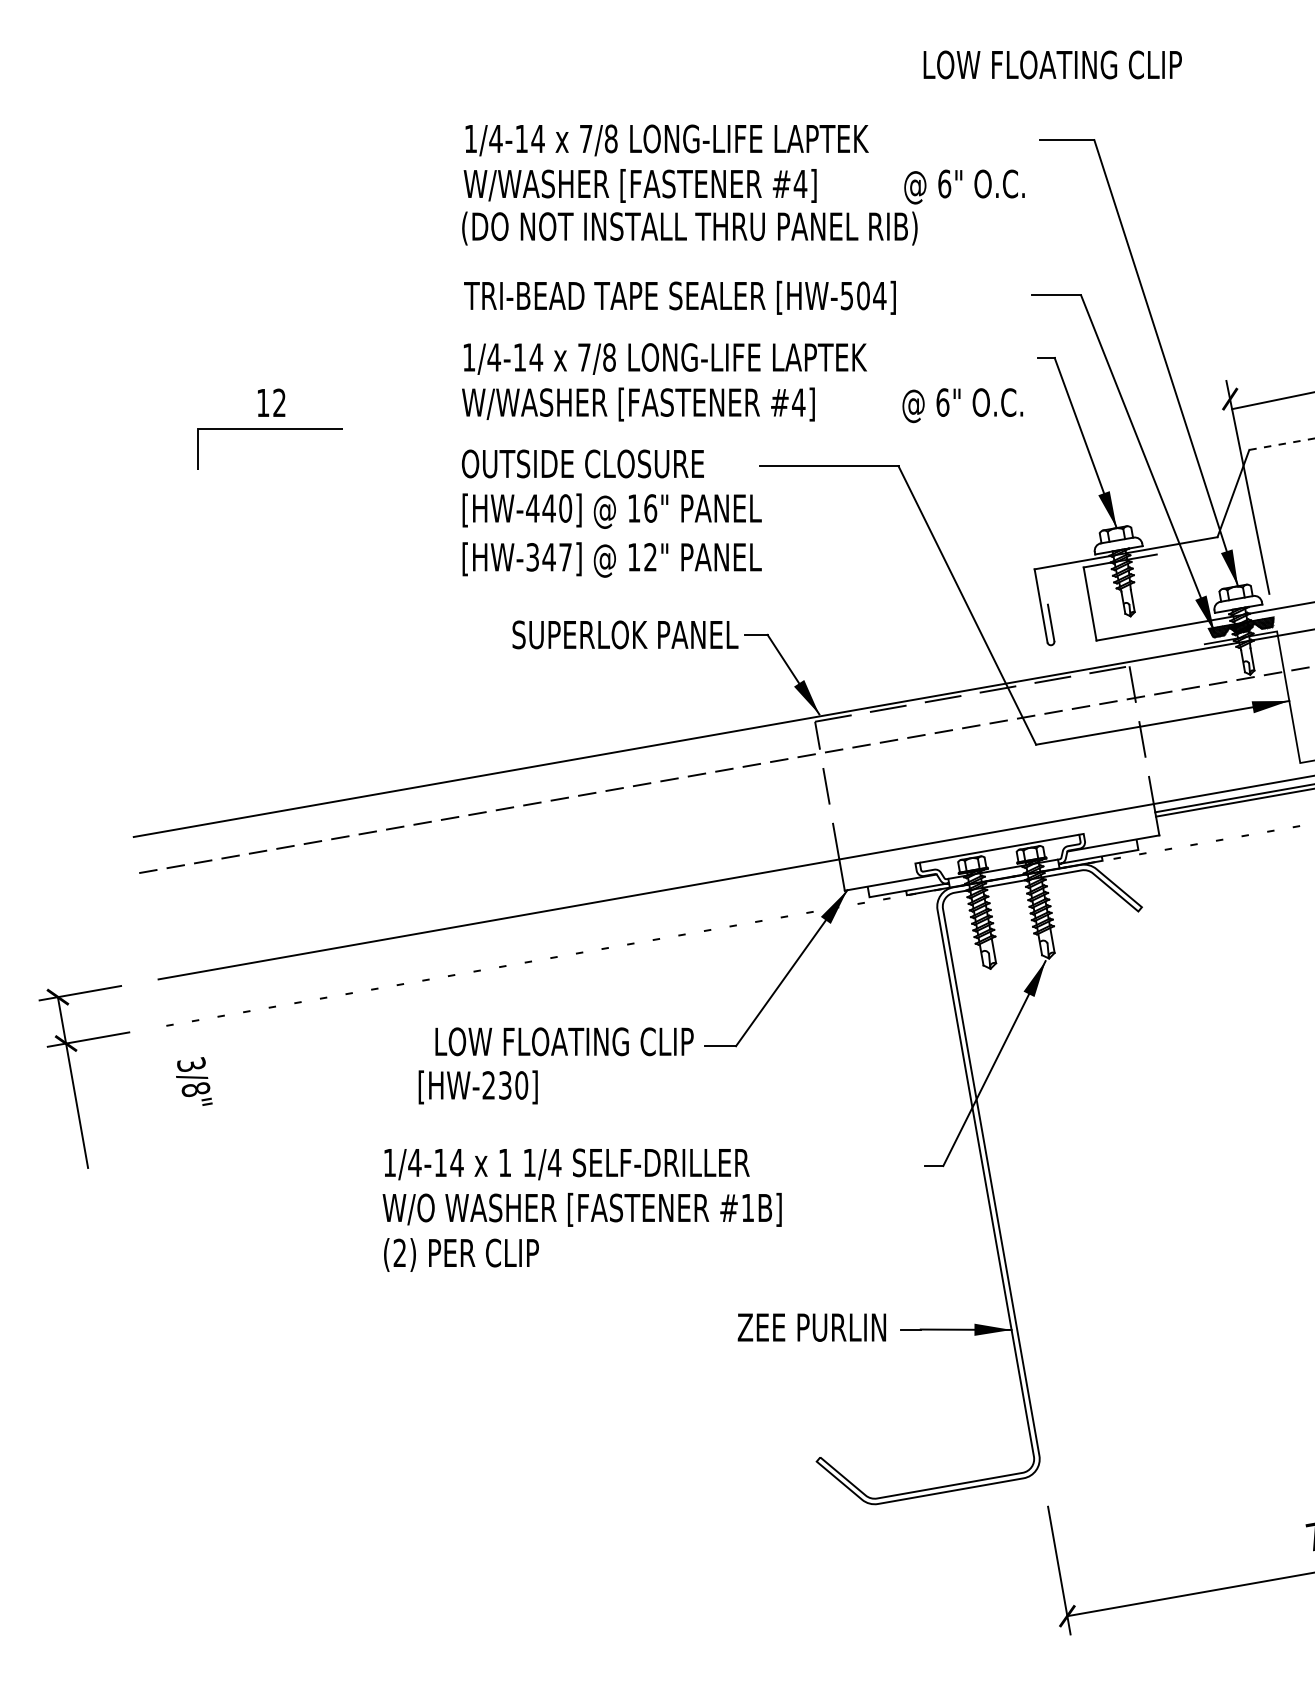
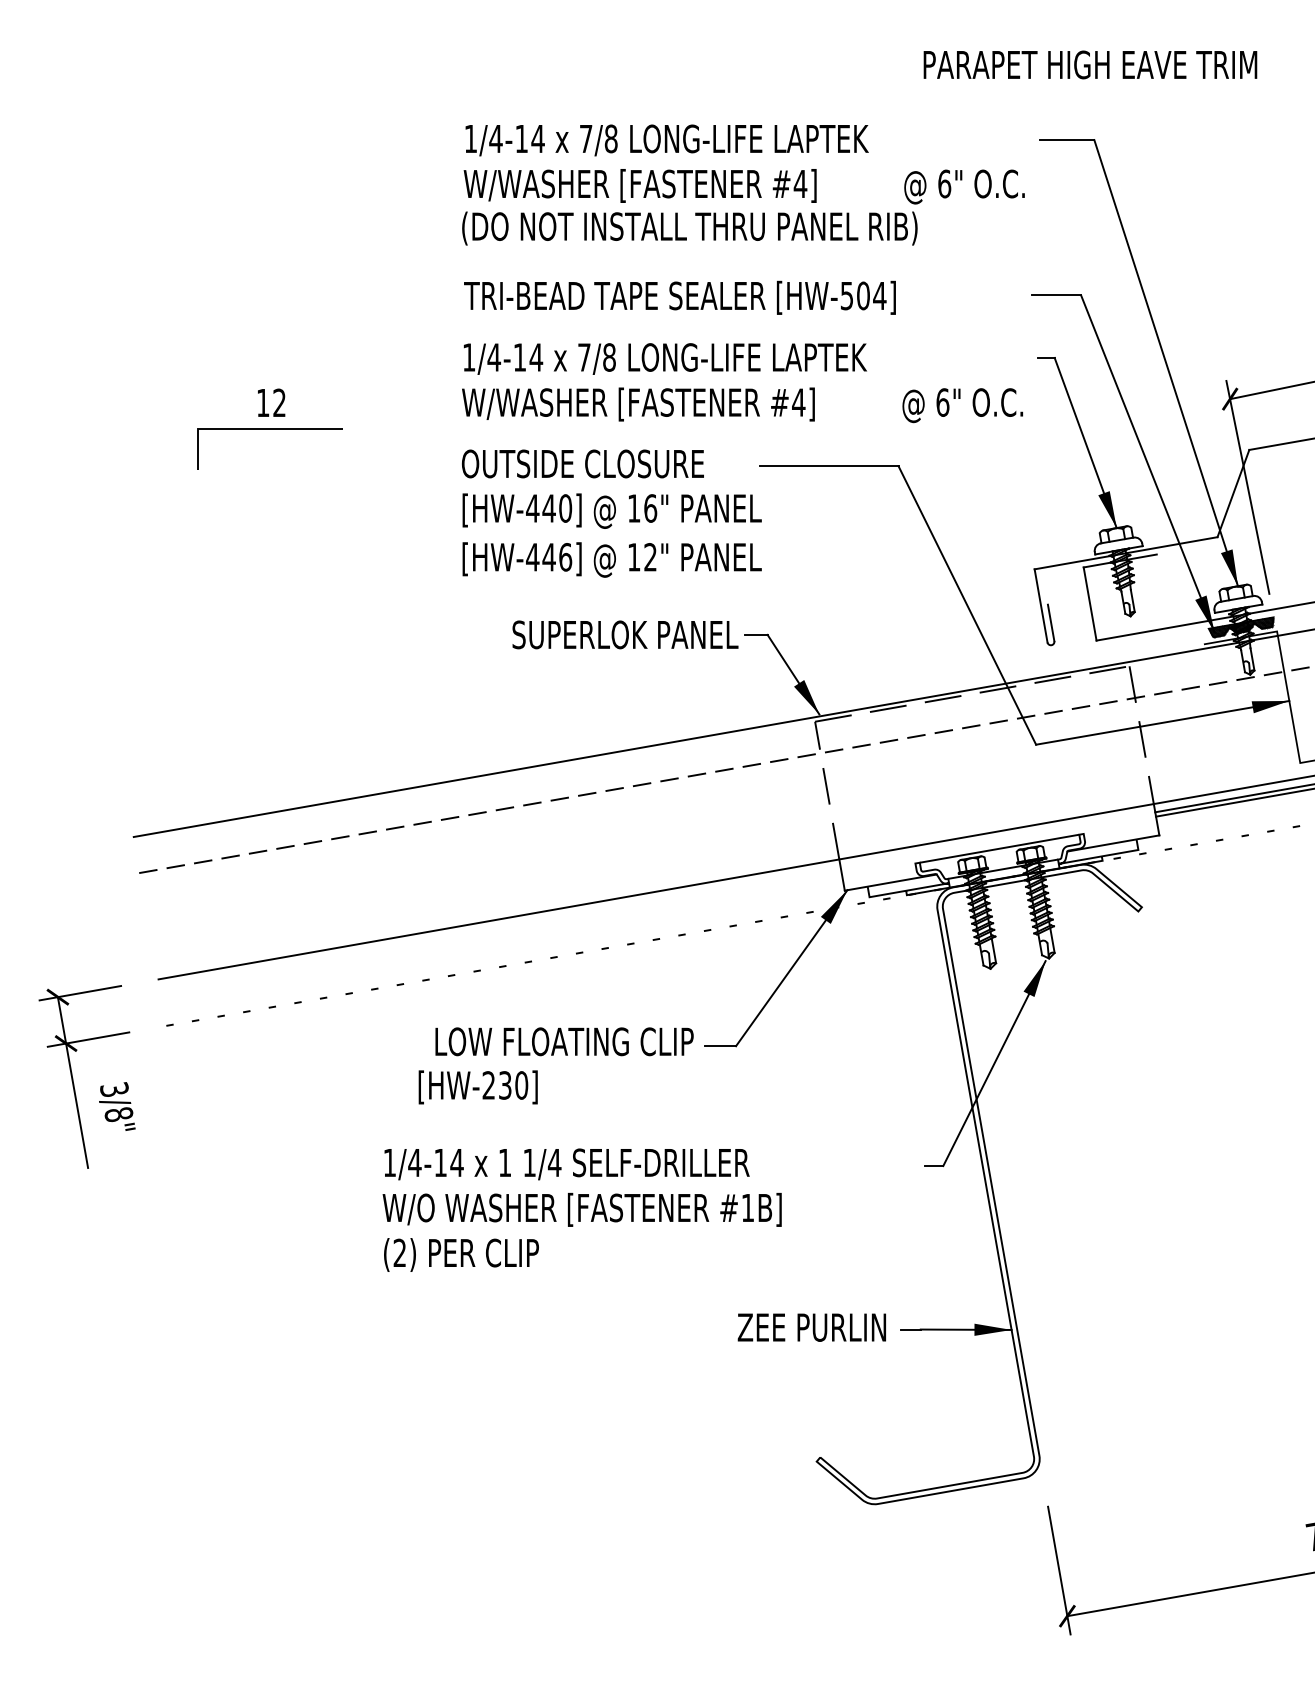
text at (1091, 64): LOW FLOATING CLIP -> PARAPET HIGH EAVE TRIM
line at (1271, 400) position: (1271, 400) -> (1270, 390)
line at (1281, 444): dashed -> solid
text at (549, 557): [HW-347] -> [HW-446]
text at (194, 1081) position: (194, 1081) -> (117, 1106)
